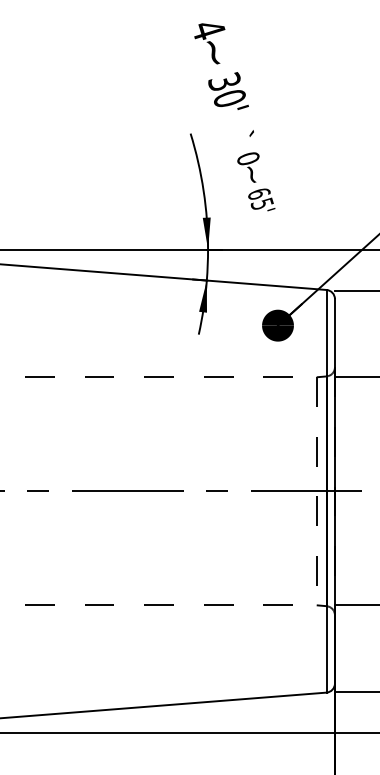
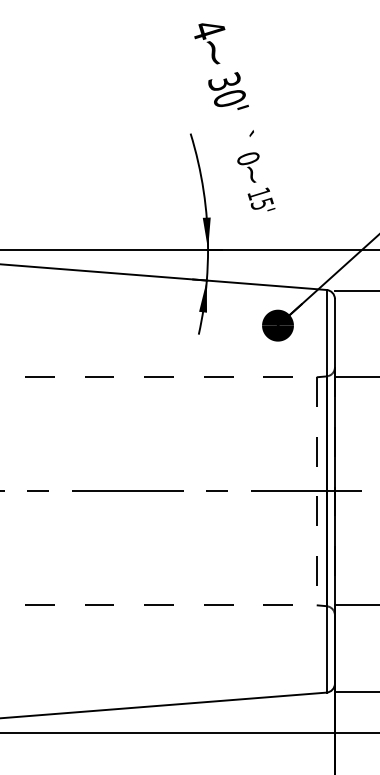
text at (258, 193): 65' -> 15'
